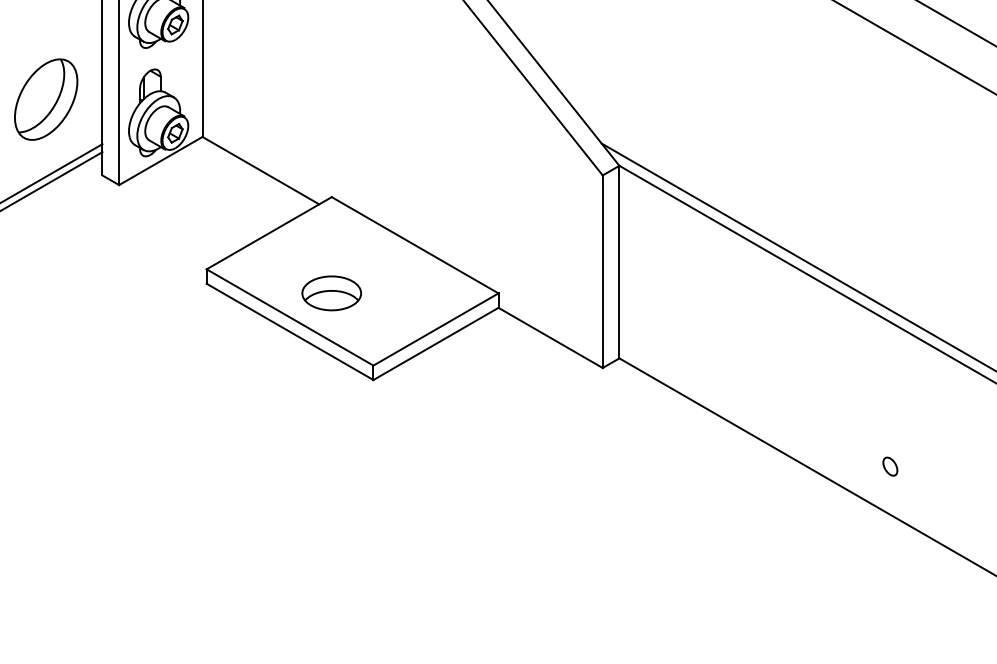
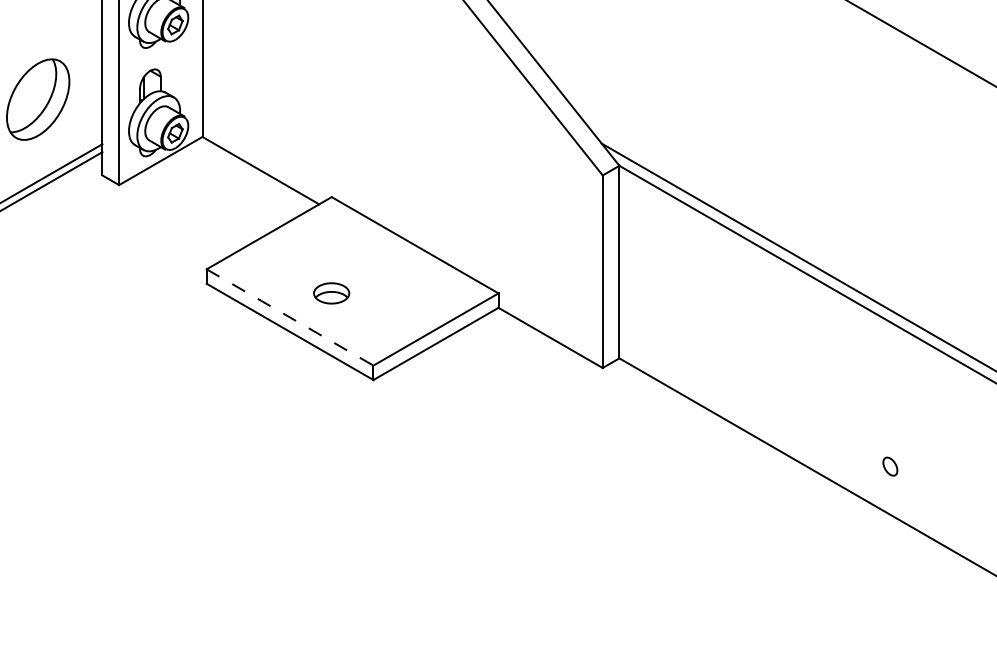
line at (956, 23): present -> none
line at (914, 47) position: (914, 47) -> (921, 43)
part at (46, 99) position: (46, 99) -> (38, 99)
part at (331, 293) size: 61x37 px -> 38x23 px
line at (290, 317): solid -> dashed
